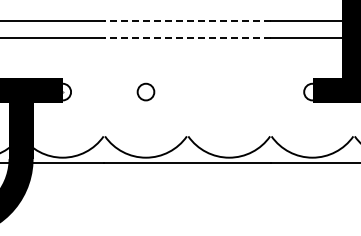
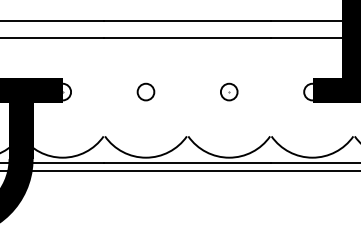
line at (187, 21): dashed -> solid
line at (187, 37): dashed -> solid
part at (229, 91): none -> present
line at (179, 171): none -> present
